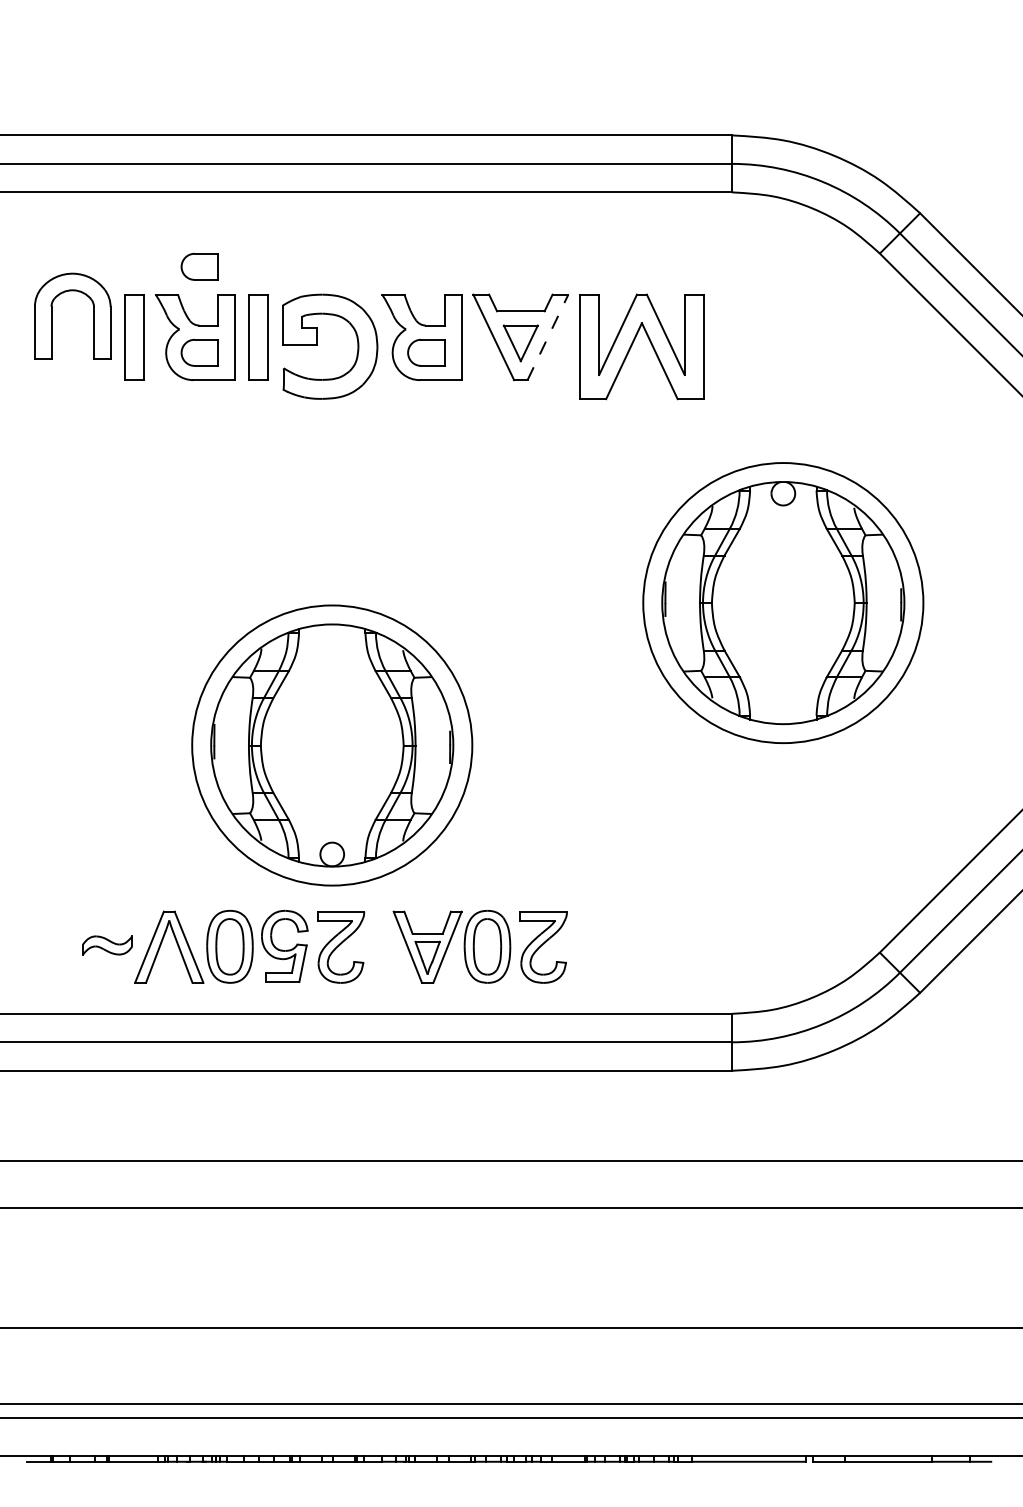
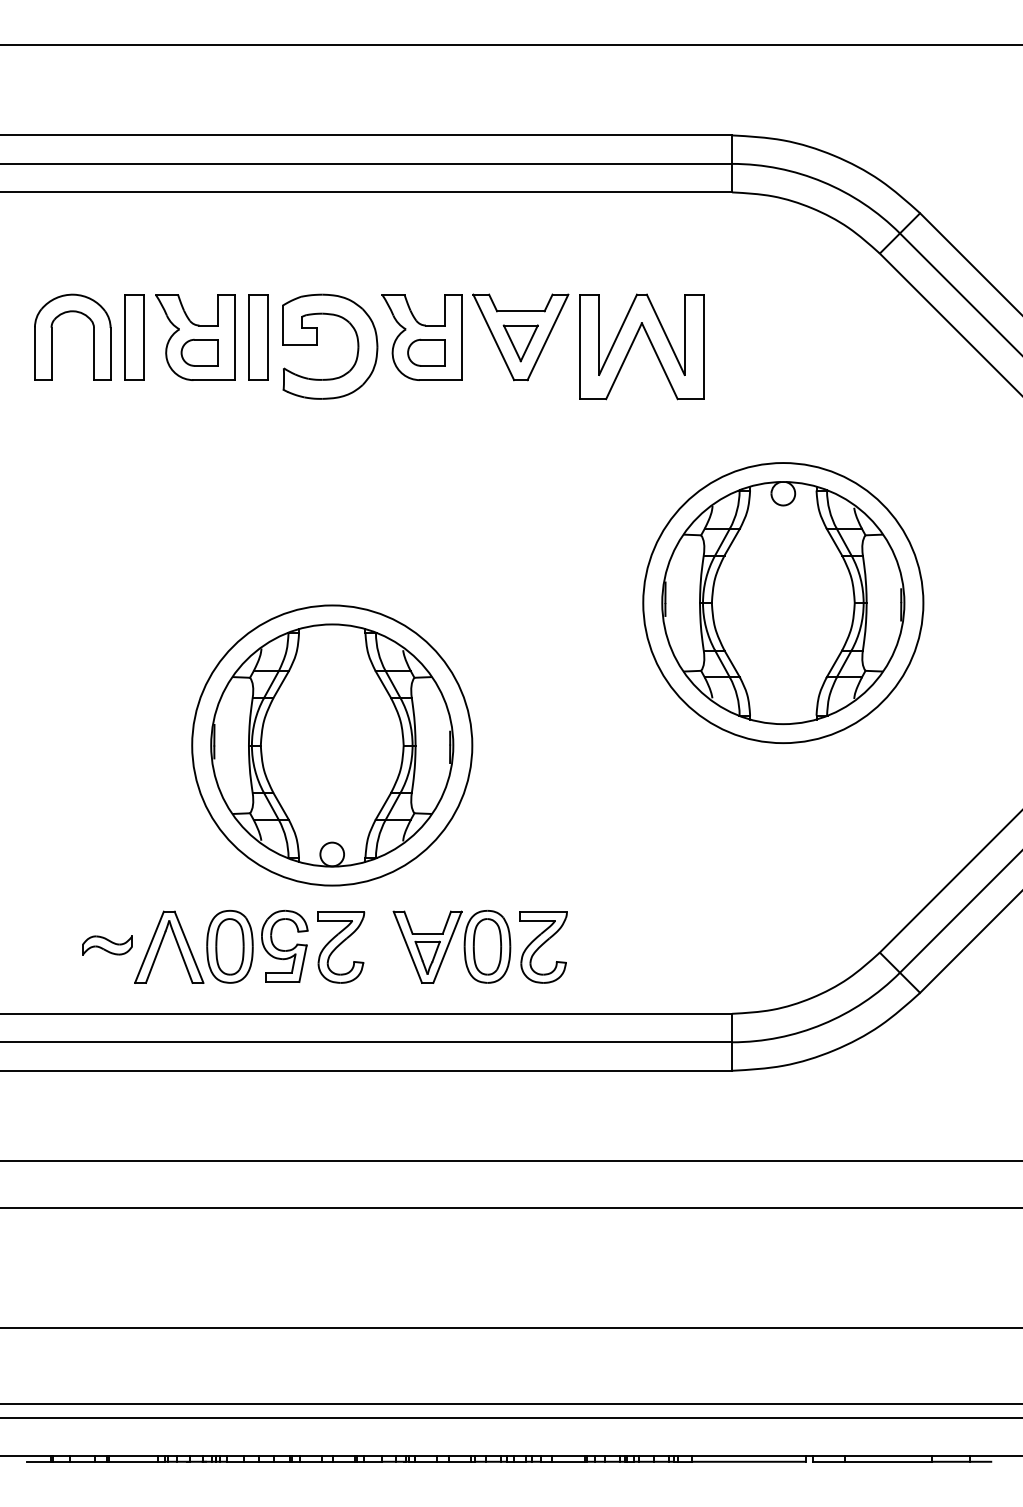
line at (510, 45): none -> present
part at (199, 266): present -> none
part at (52, 315) position: (52, 315) -> (52, 336)
line at (548, 336): dashed -> solid
